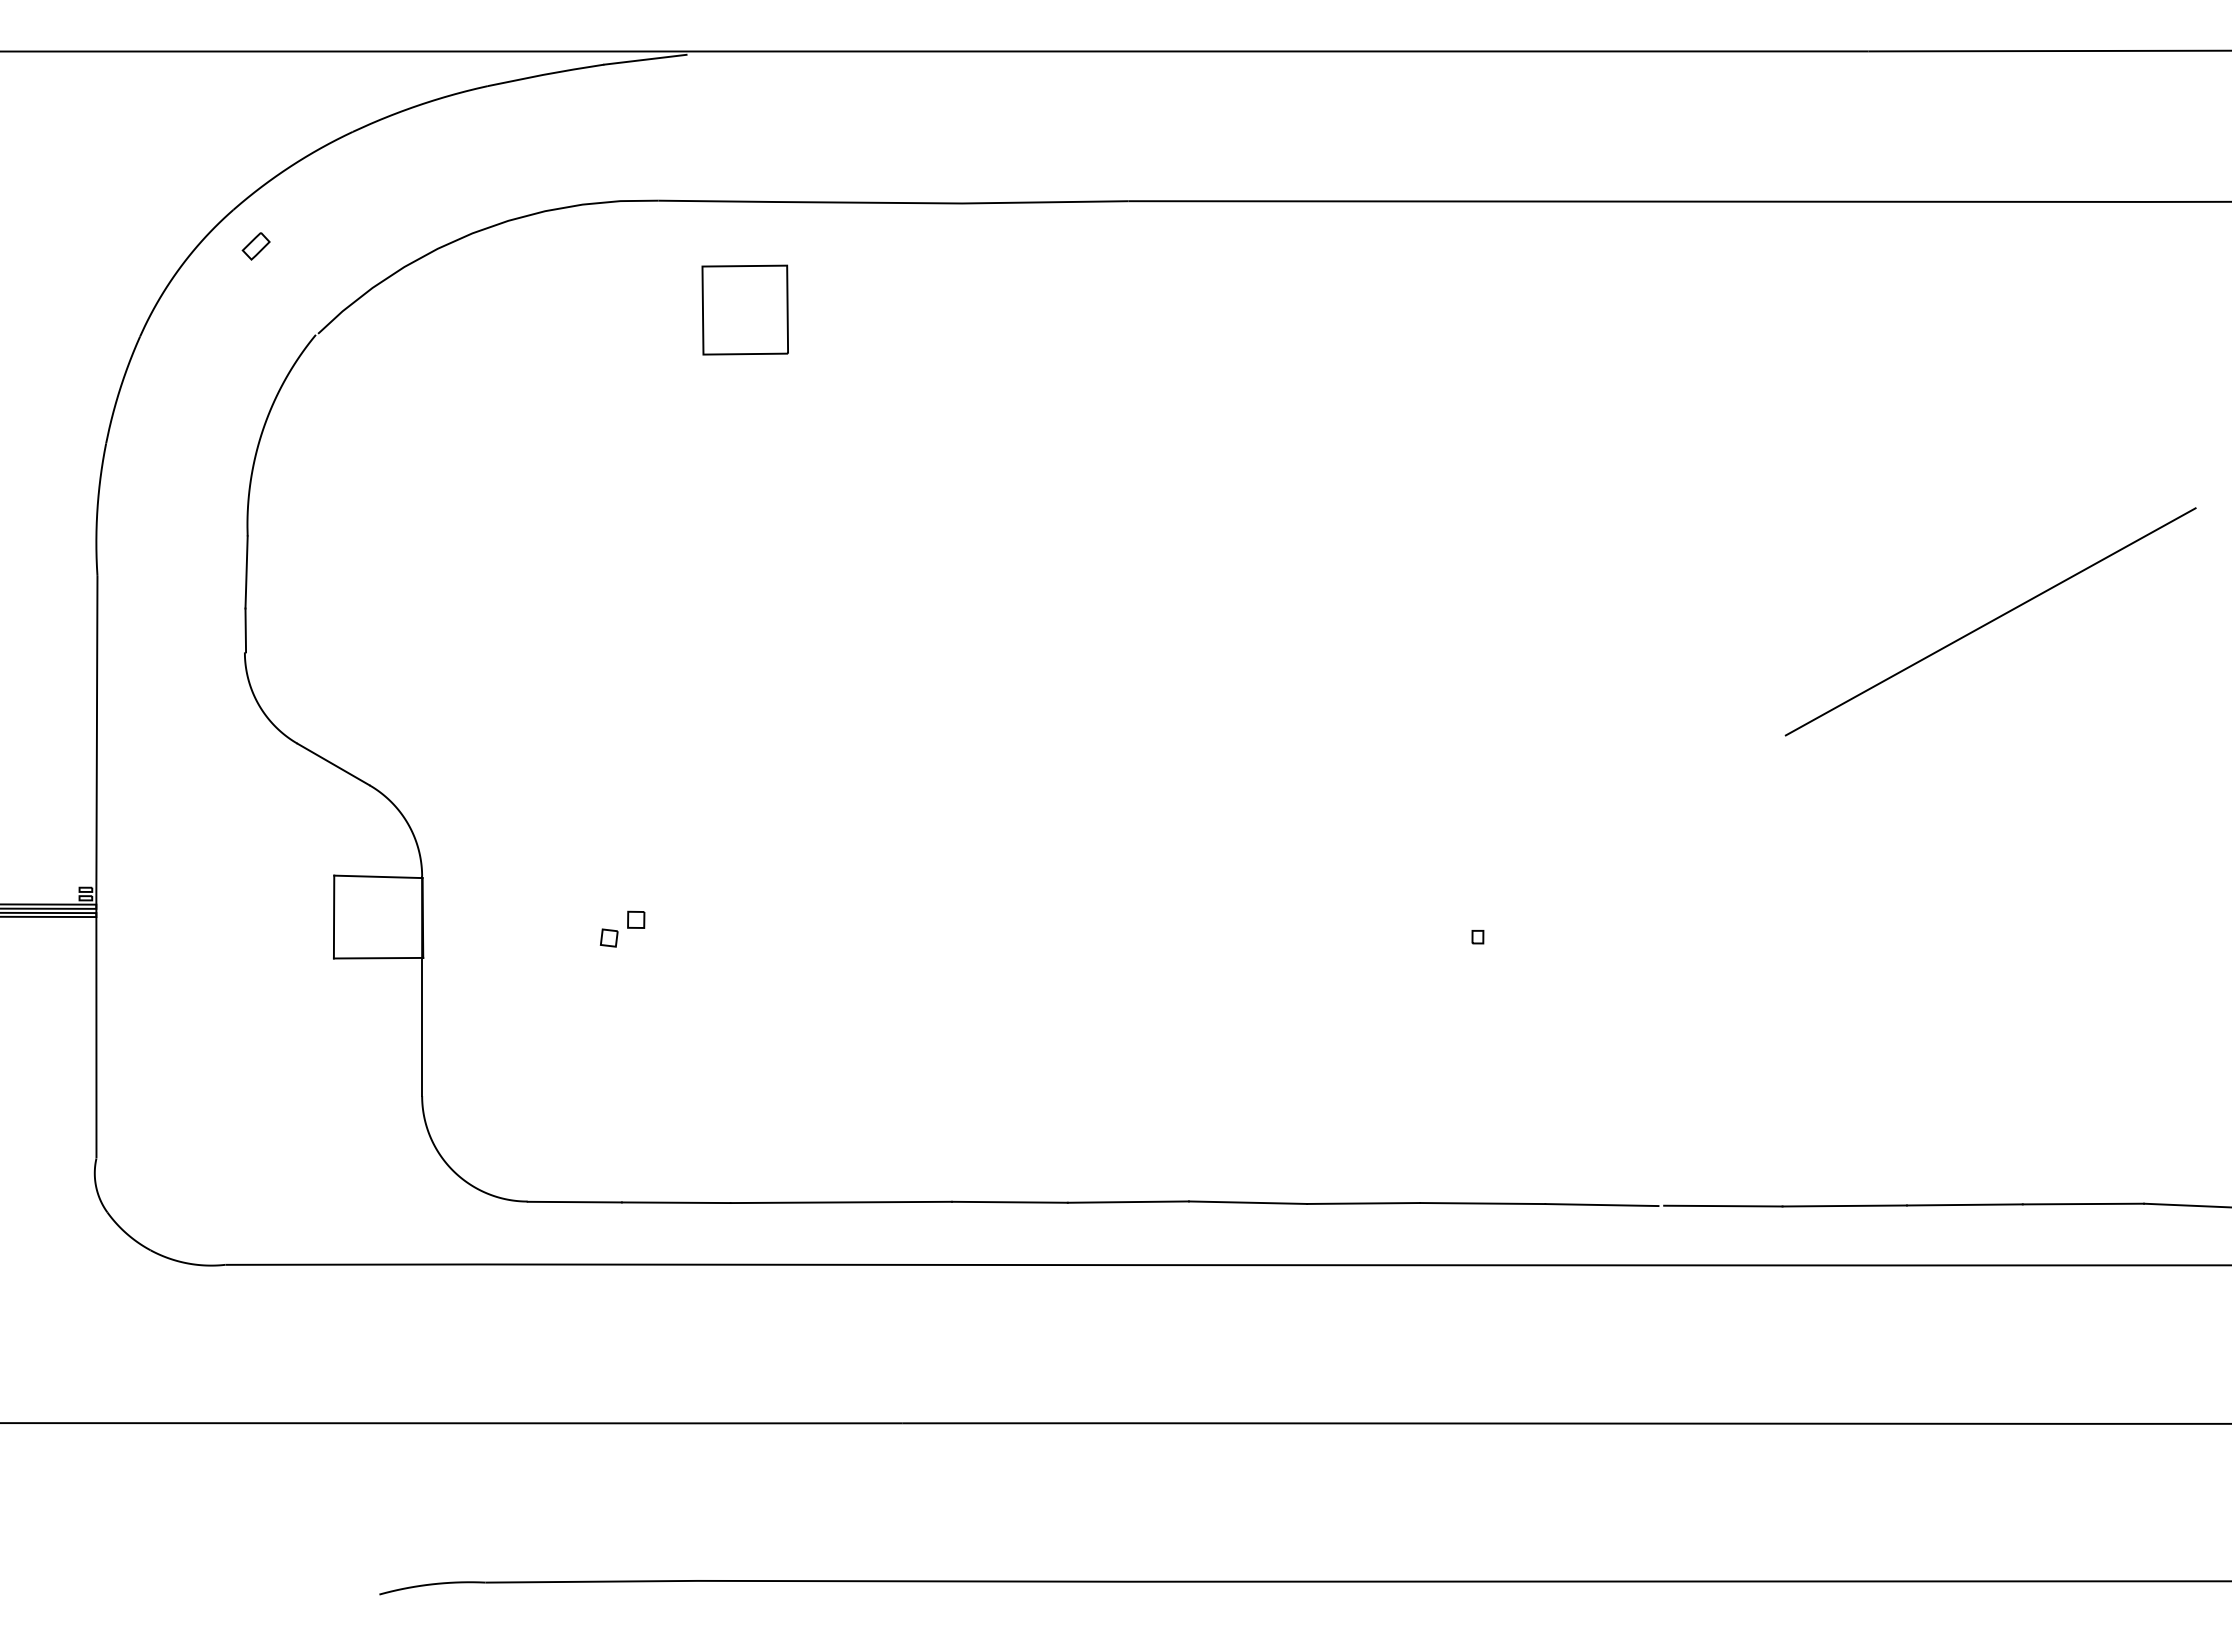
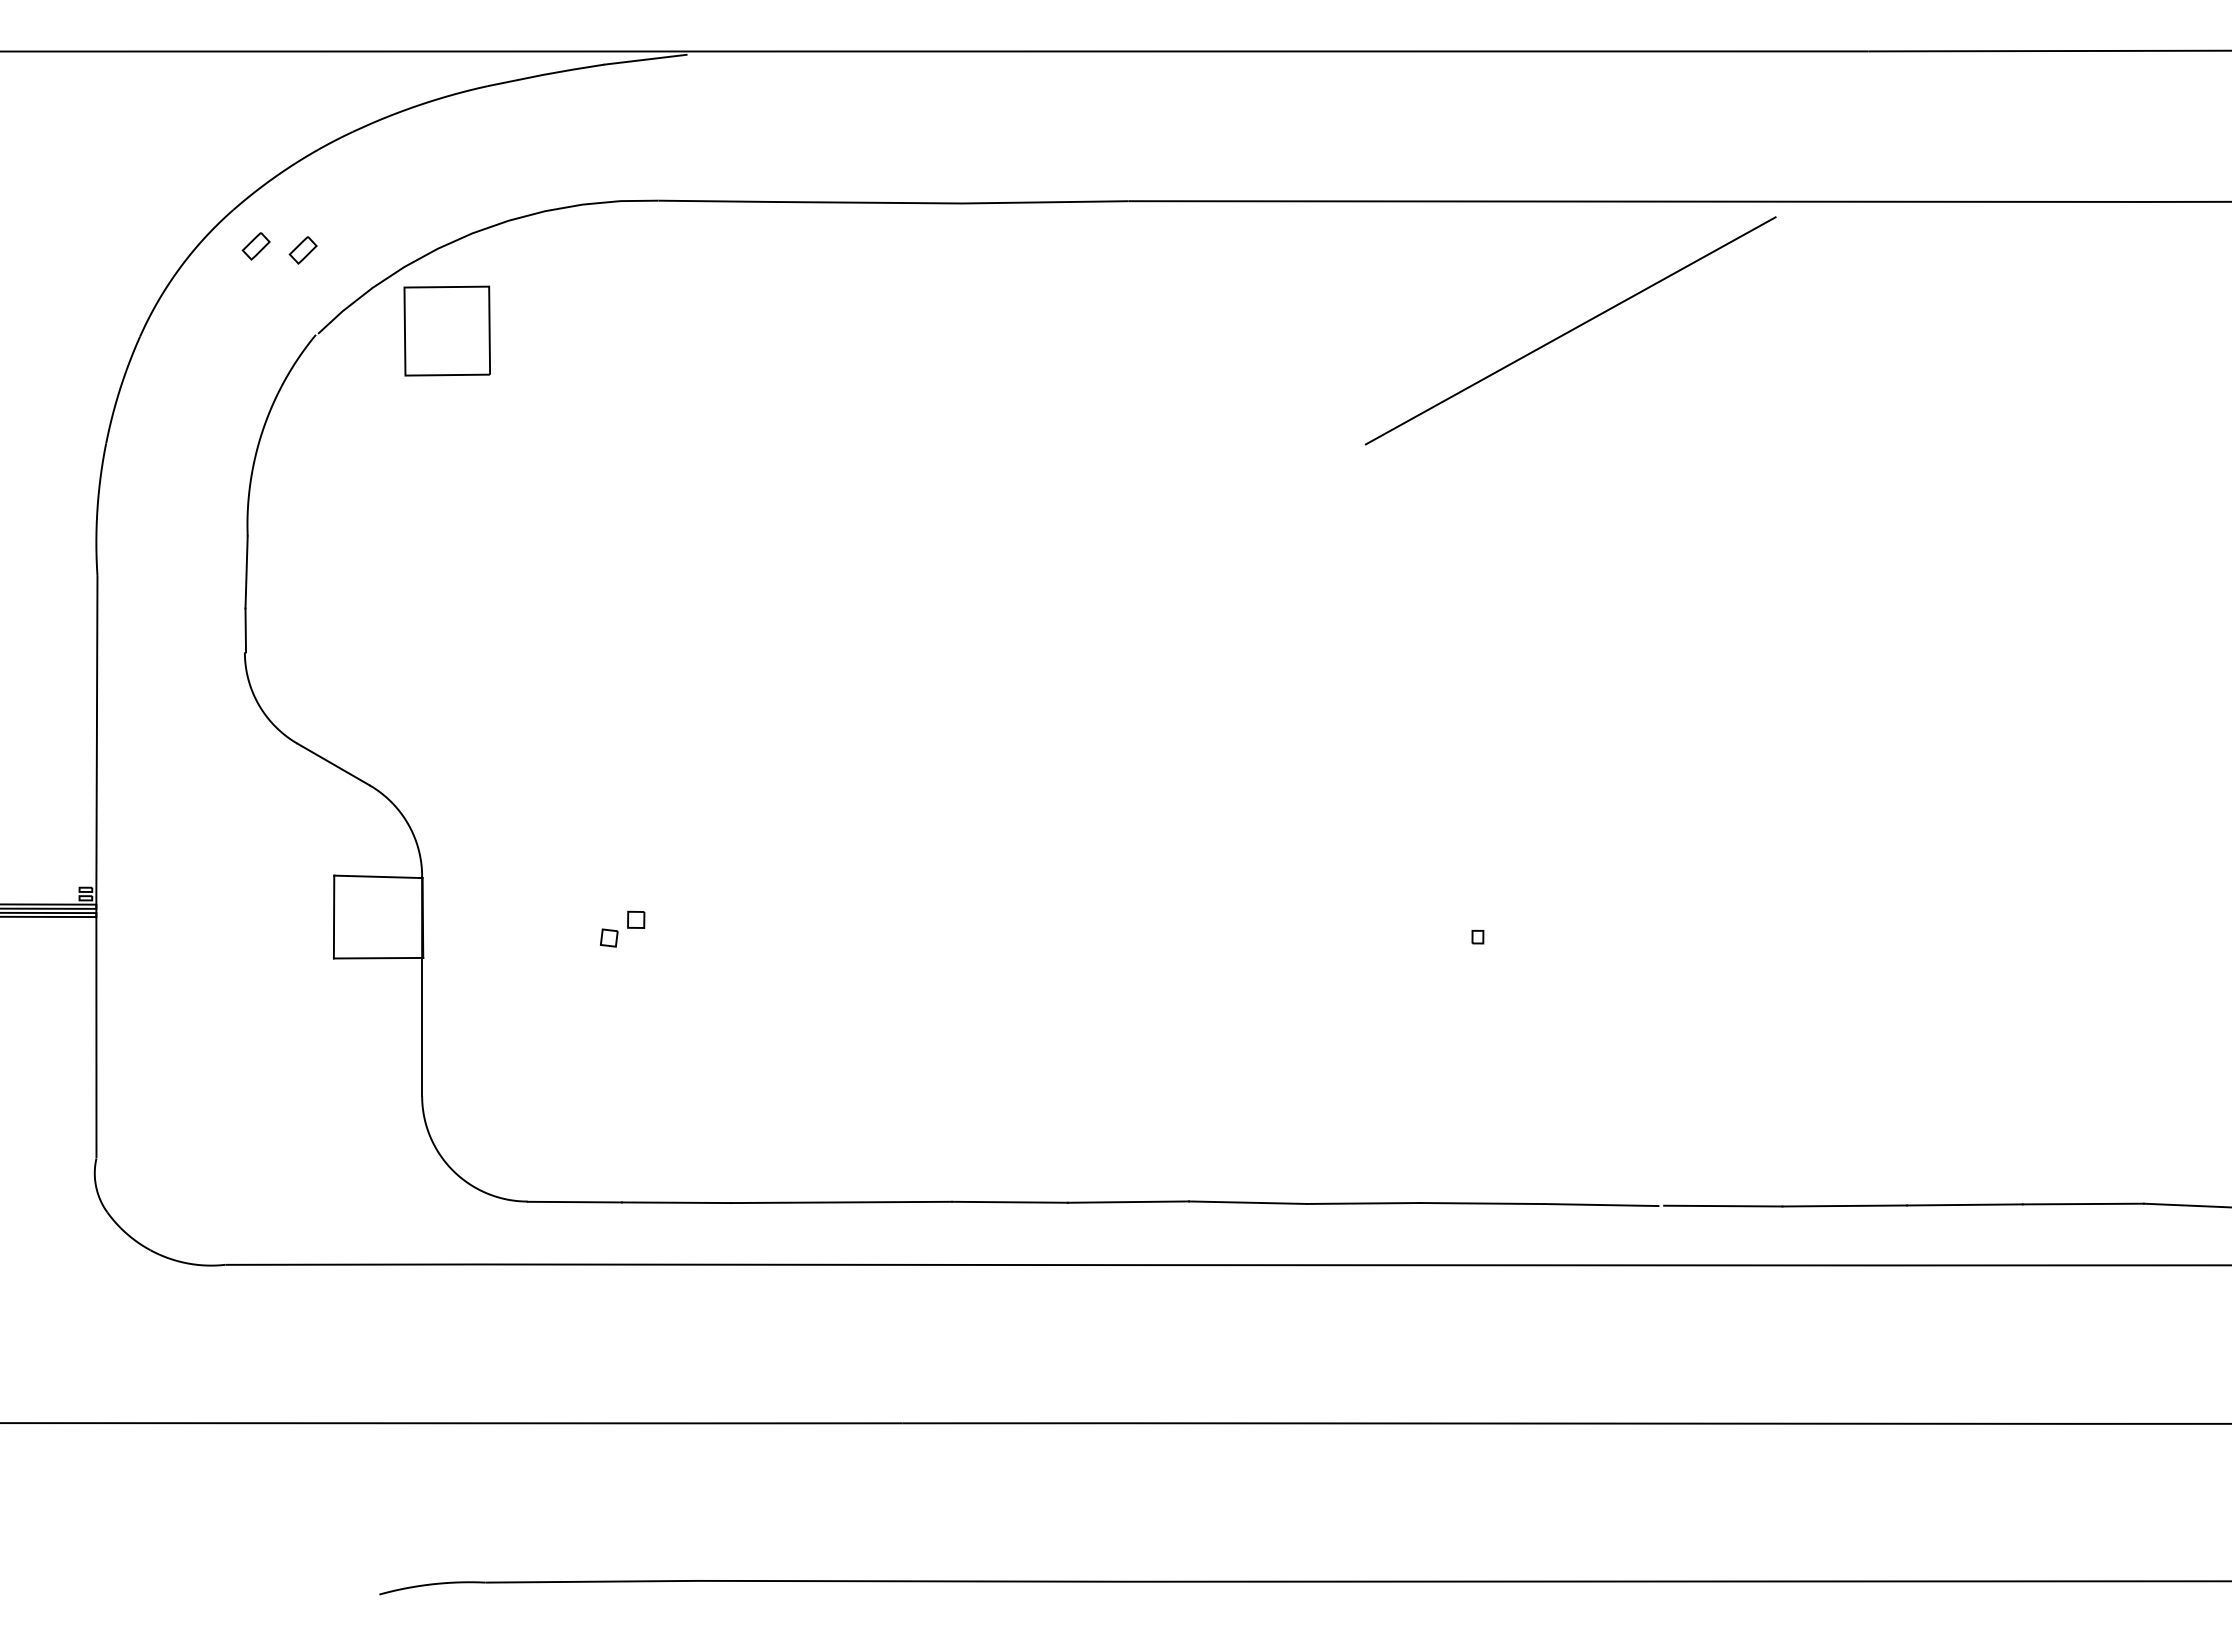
part at (302, 250): none -> present
part at (744, 309) position: (744, 309) -> (446, 330)
line at (1990, 621) position: (1990, 621) -> (1570, 330)
